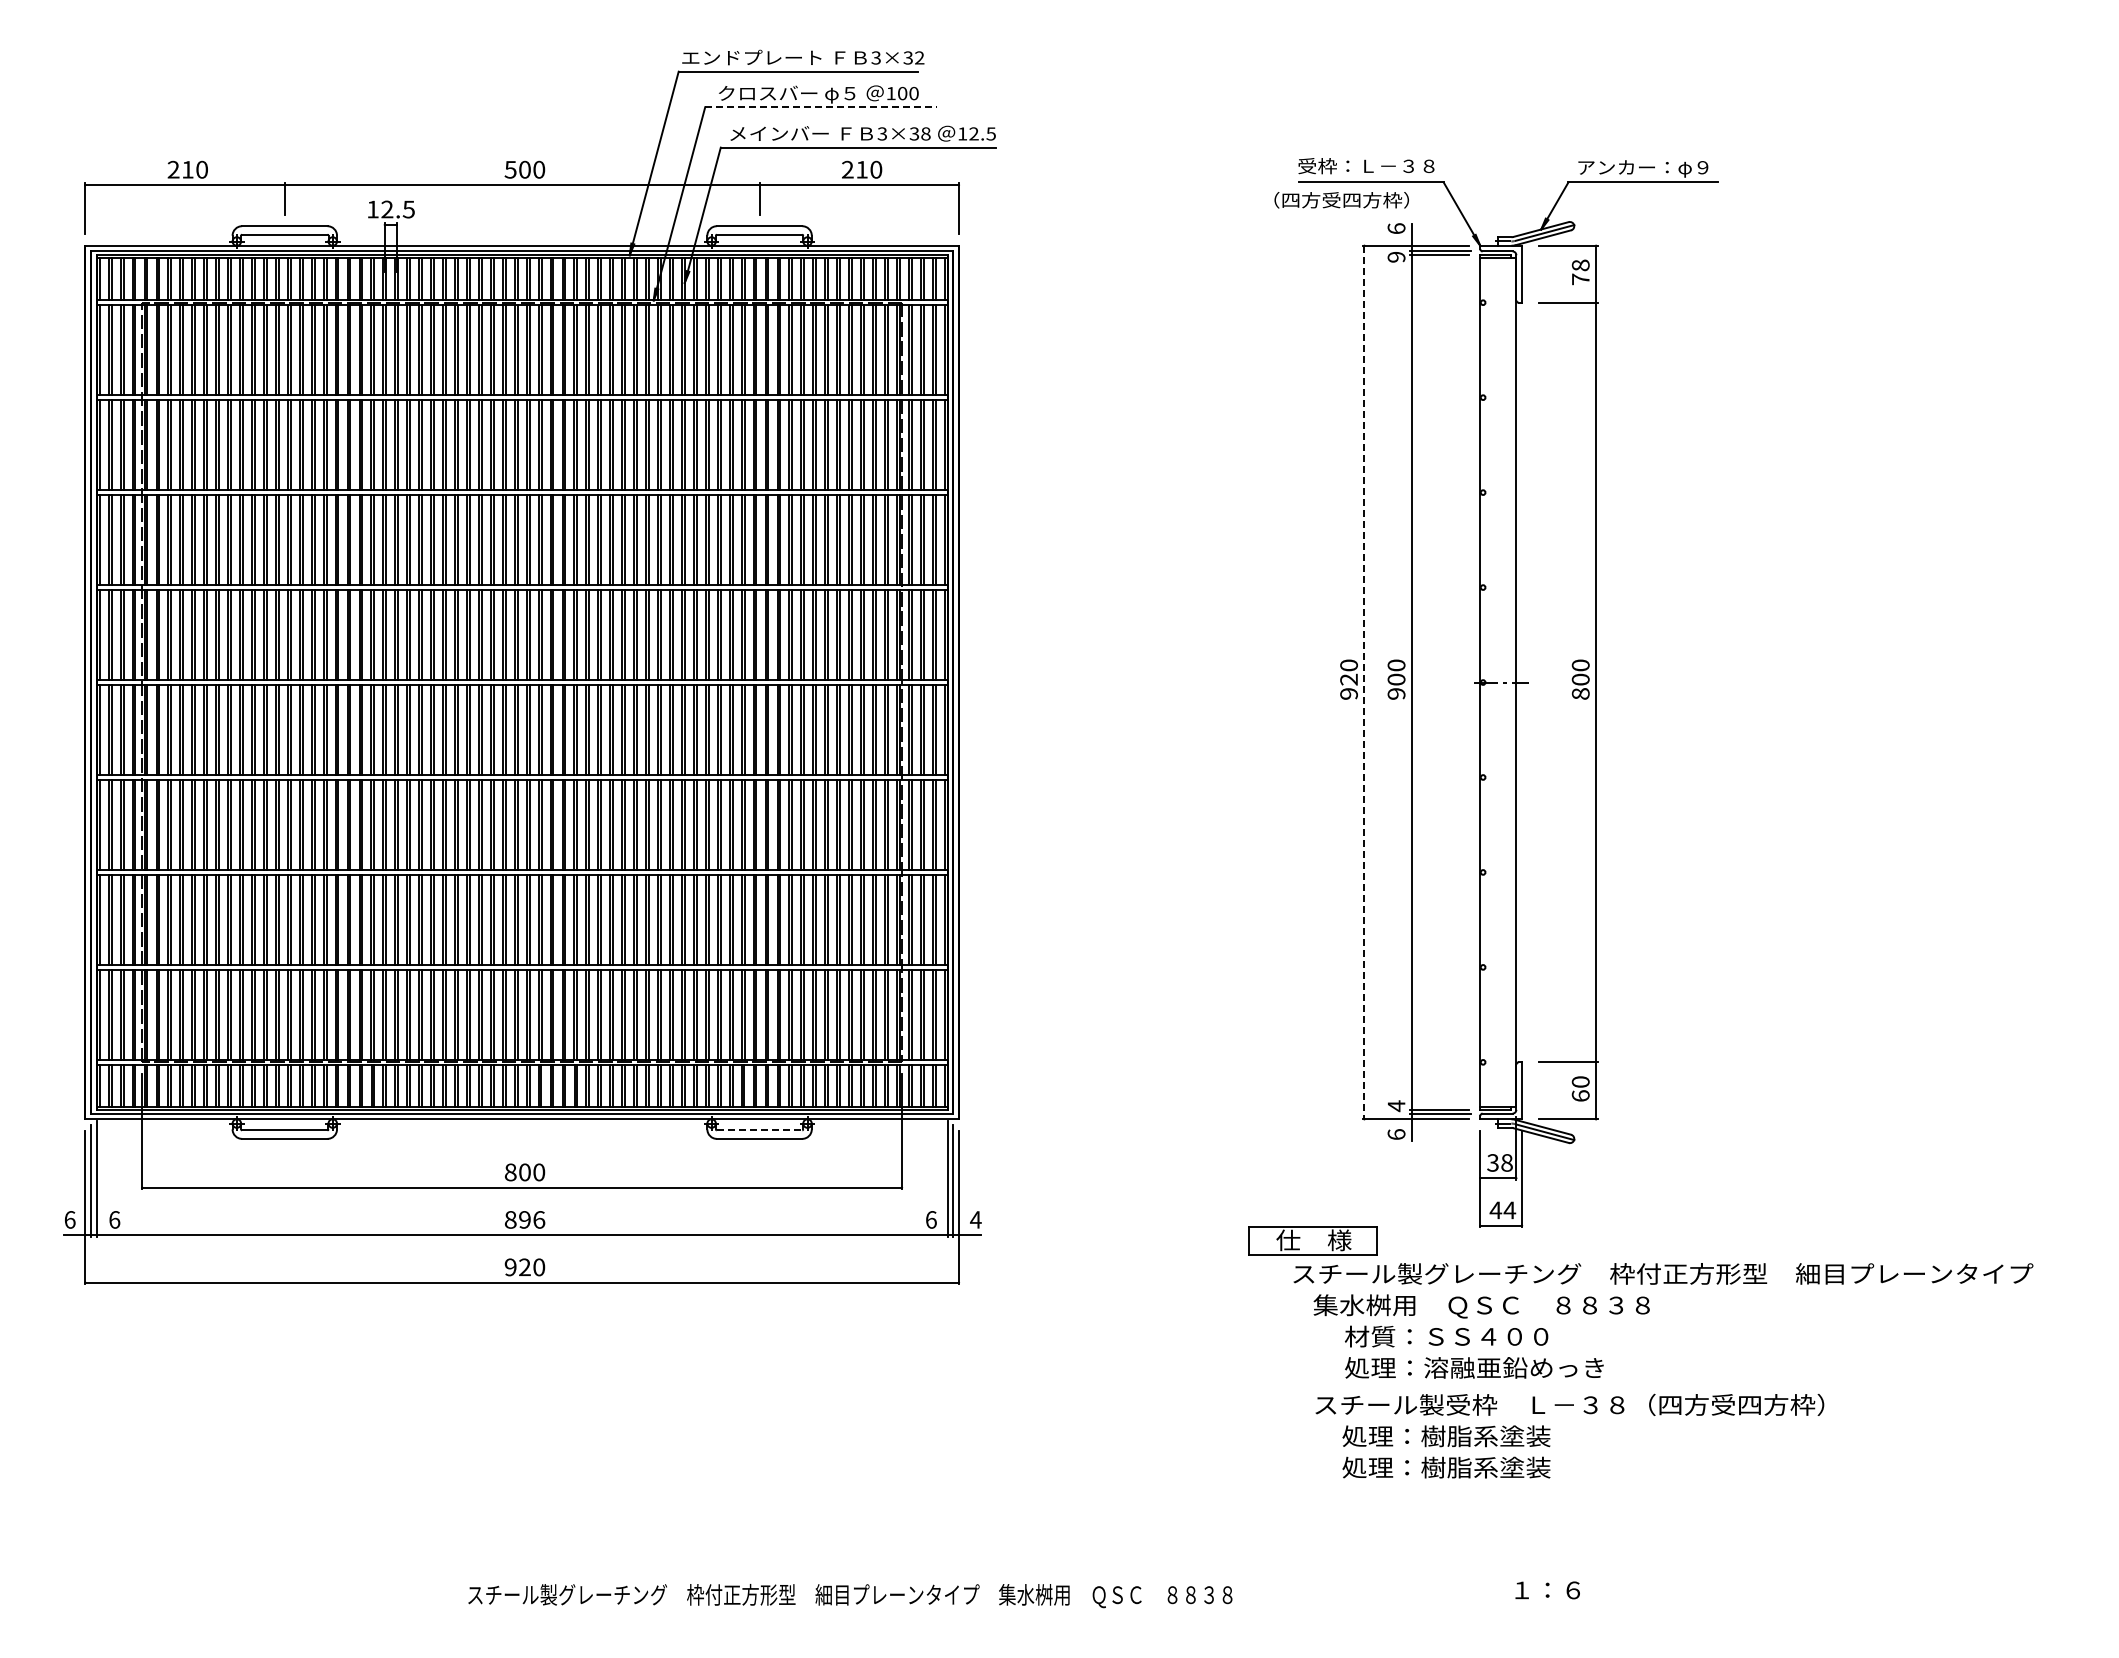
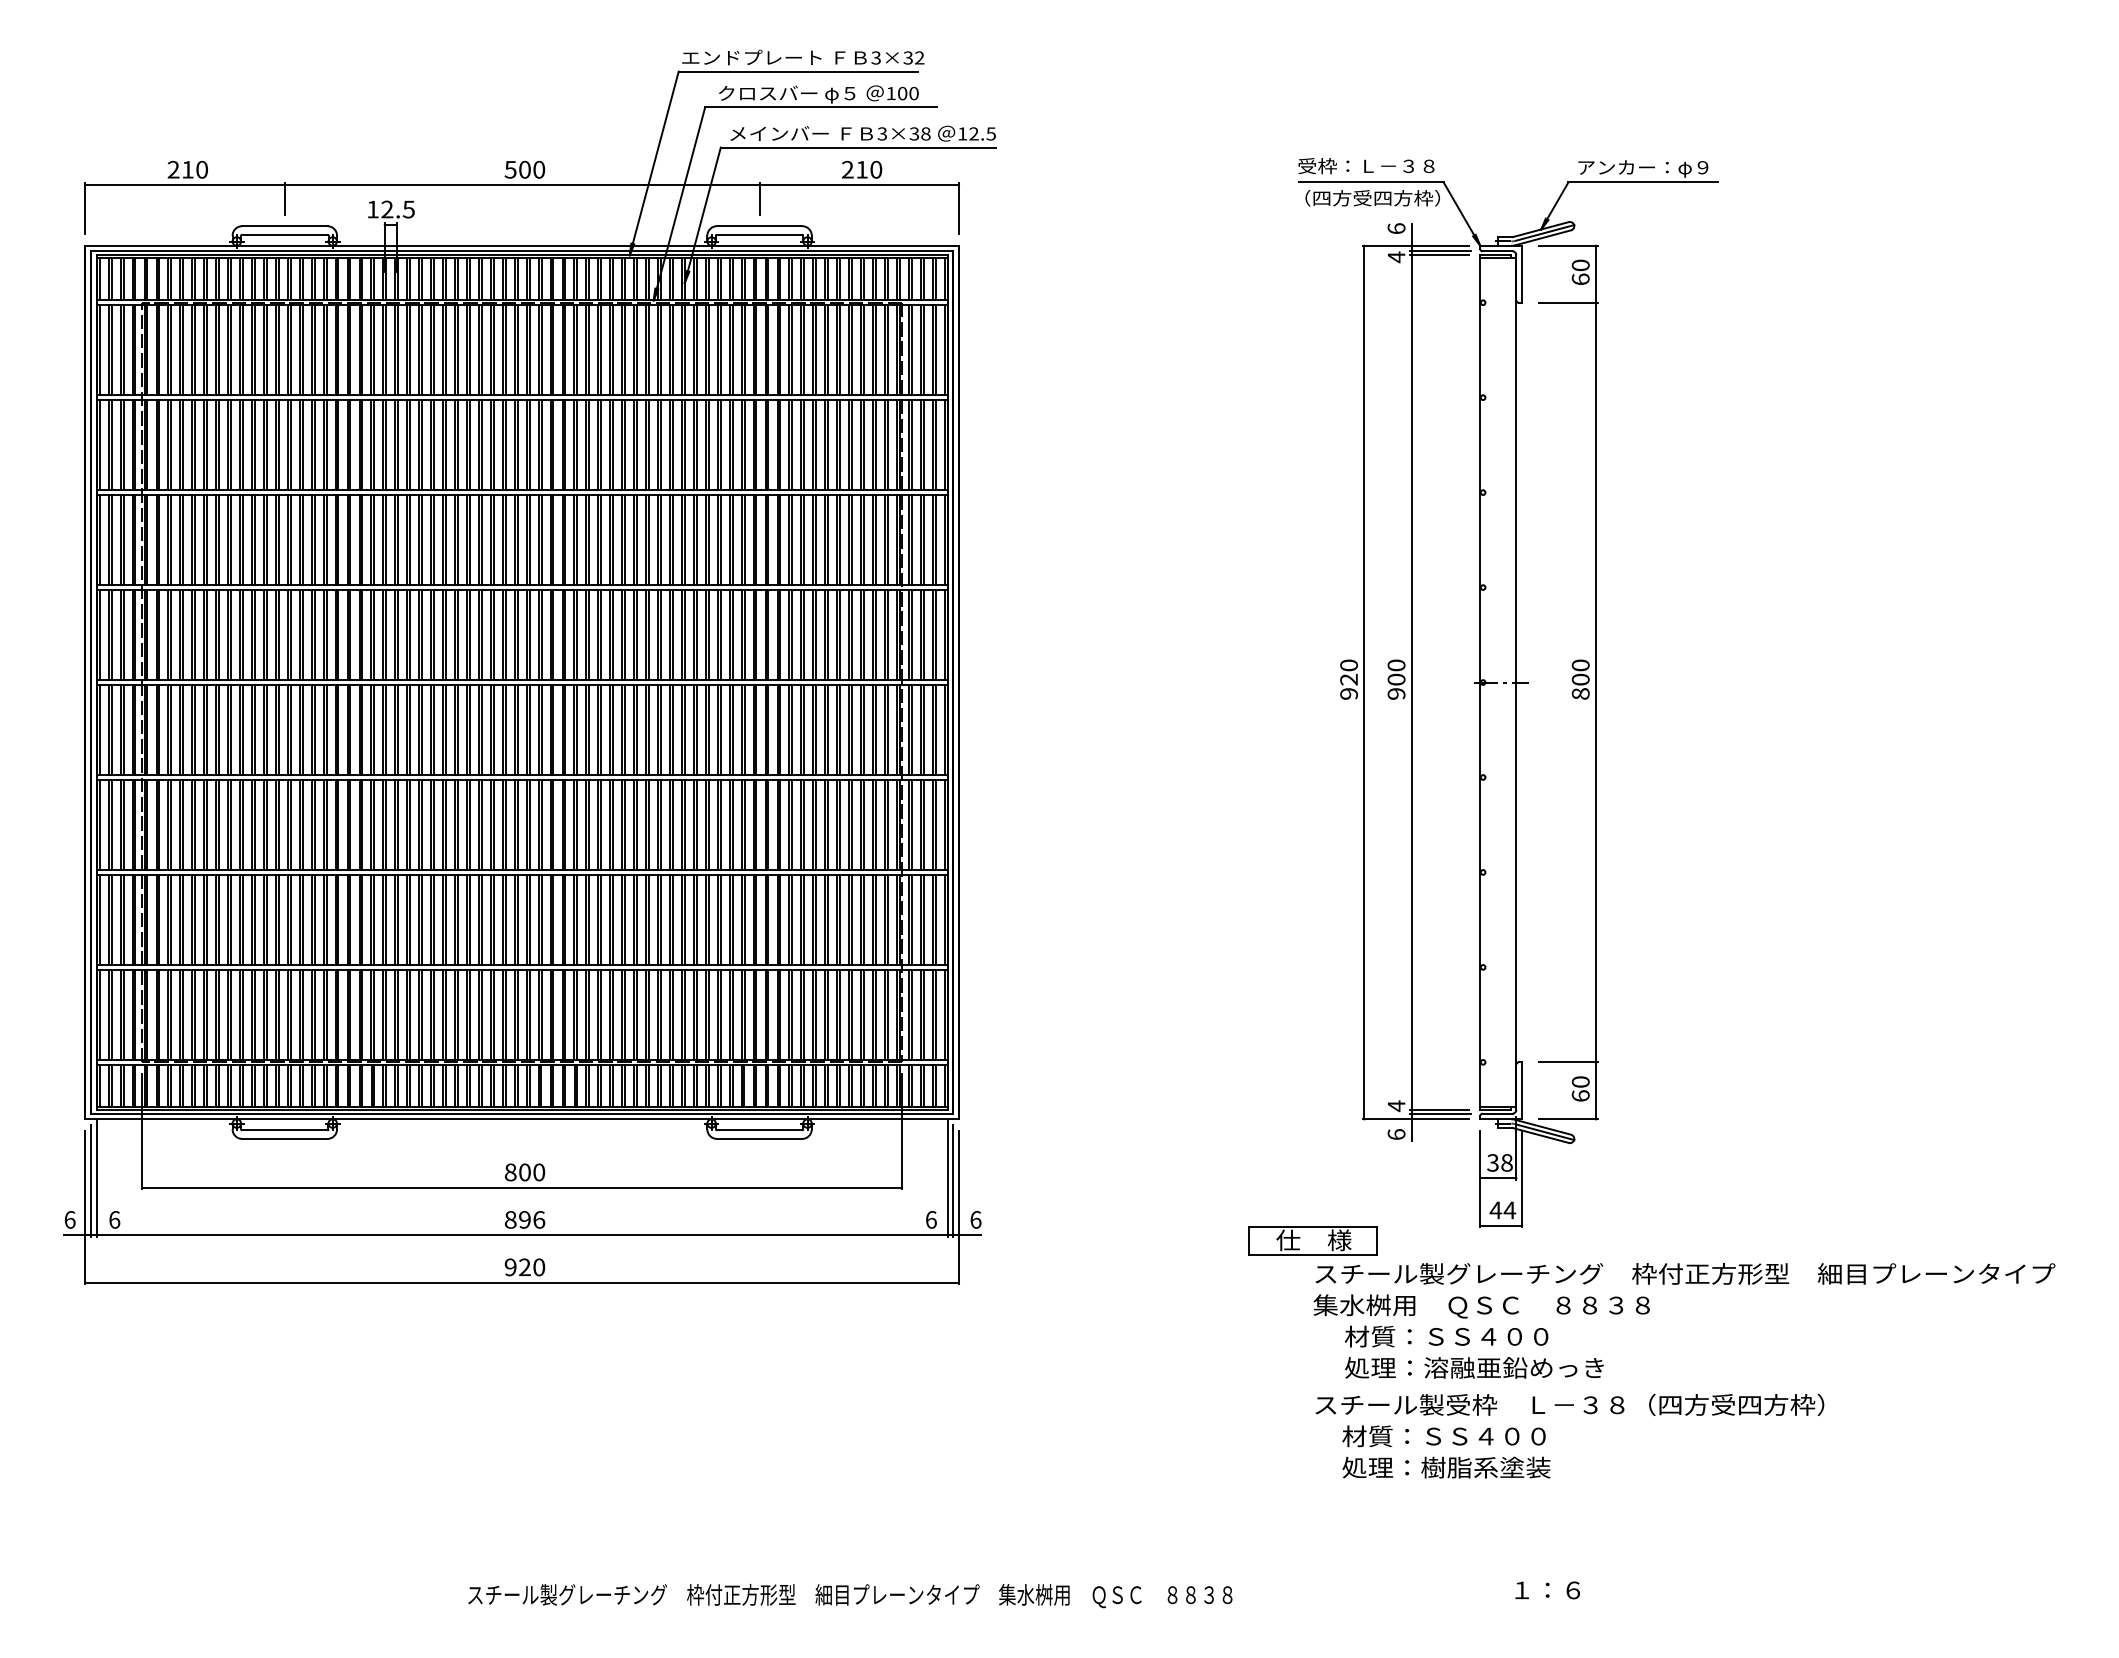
line at (821, 107): dashed -> solid
text at (1341, 200) position: (1341, 200) -> (1372, 198)
text at (1396, 257): 9 -> 4
text at (1580, 272): 78 -> 60
line at (1364, 682): dashed -> solid
line at (759, 1130): dashed -> solid
text at (975, 1219): 4 -> 6
text at (1663, 1273) position: (1663, 1273) -> (1685, 1273)
text at (1446, 1436): 処理：樹脂系塗装 -> 材質：ＳＳ４００
